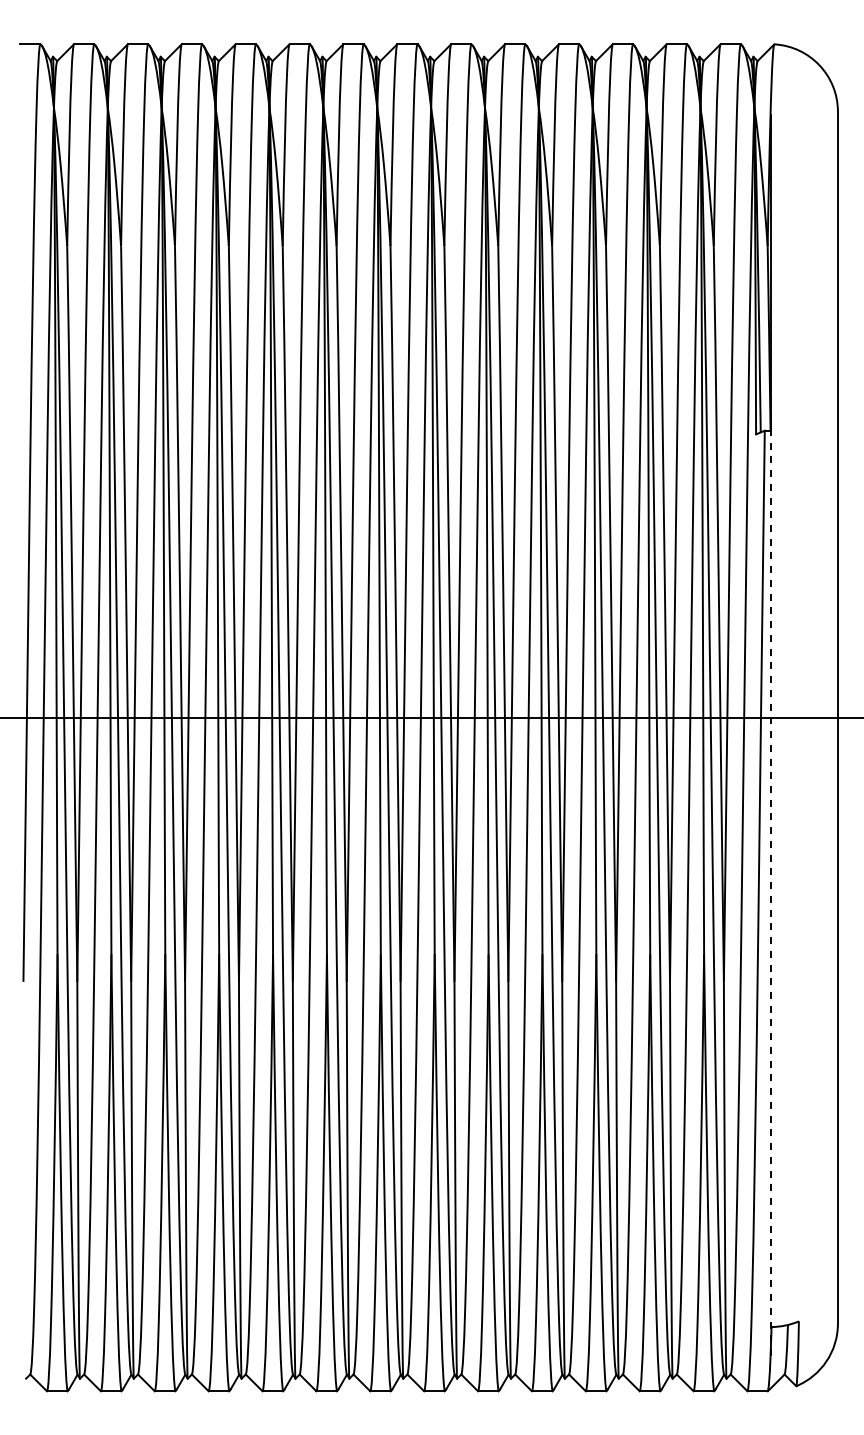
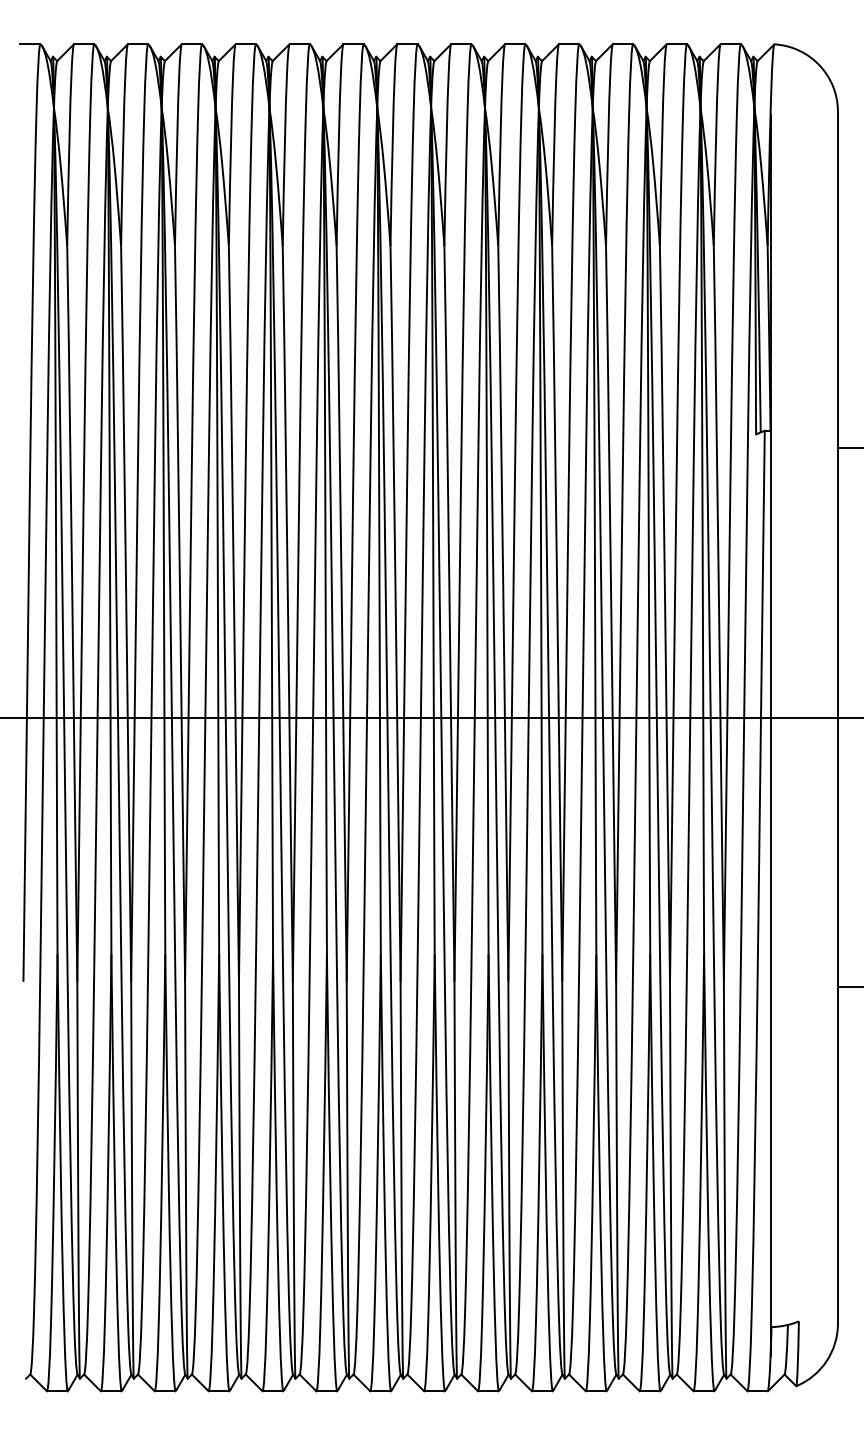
line at (848, 448): none -> present
line at (770, 893): dashed -> solid
line at (848, 987): none -> present
